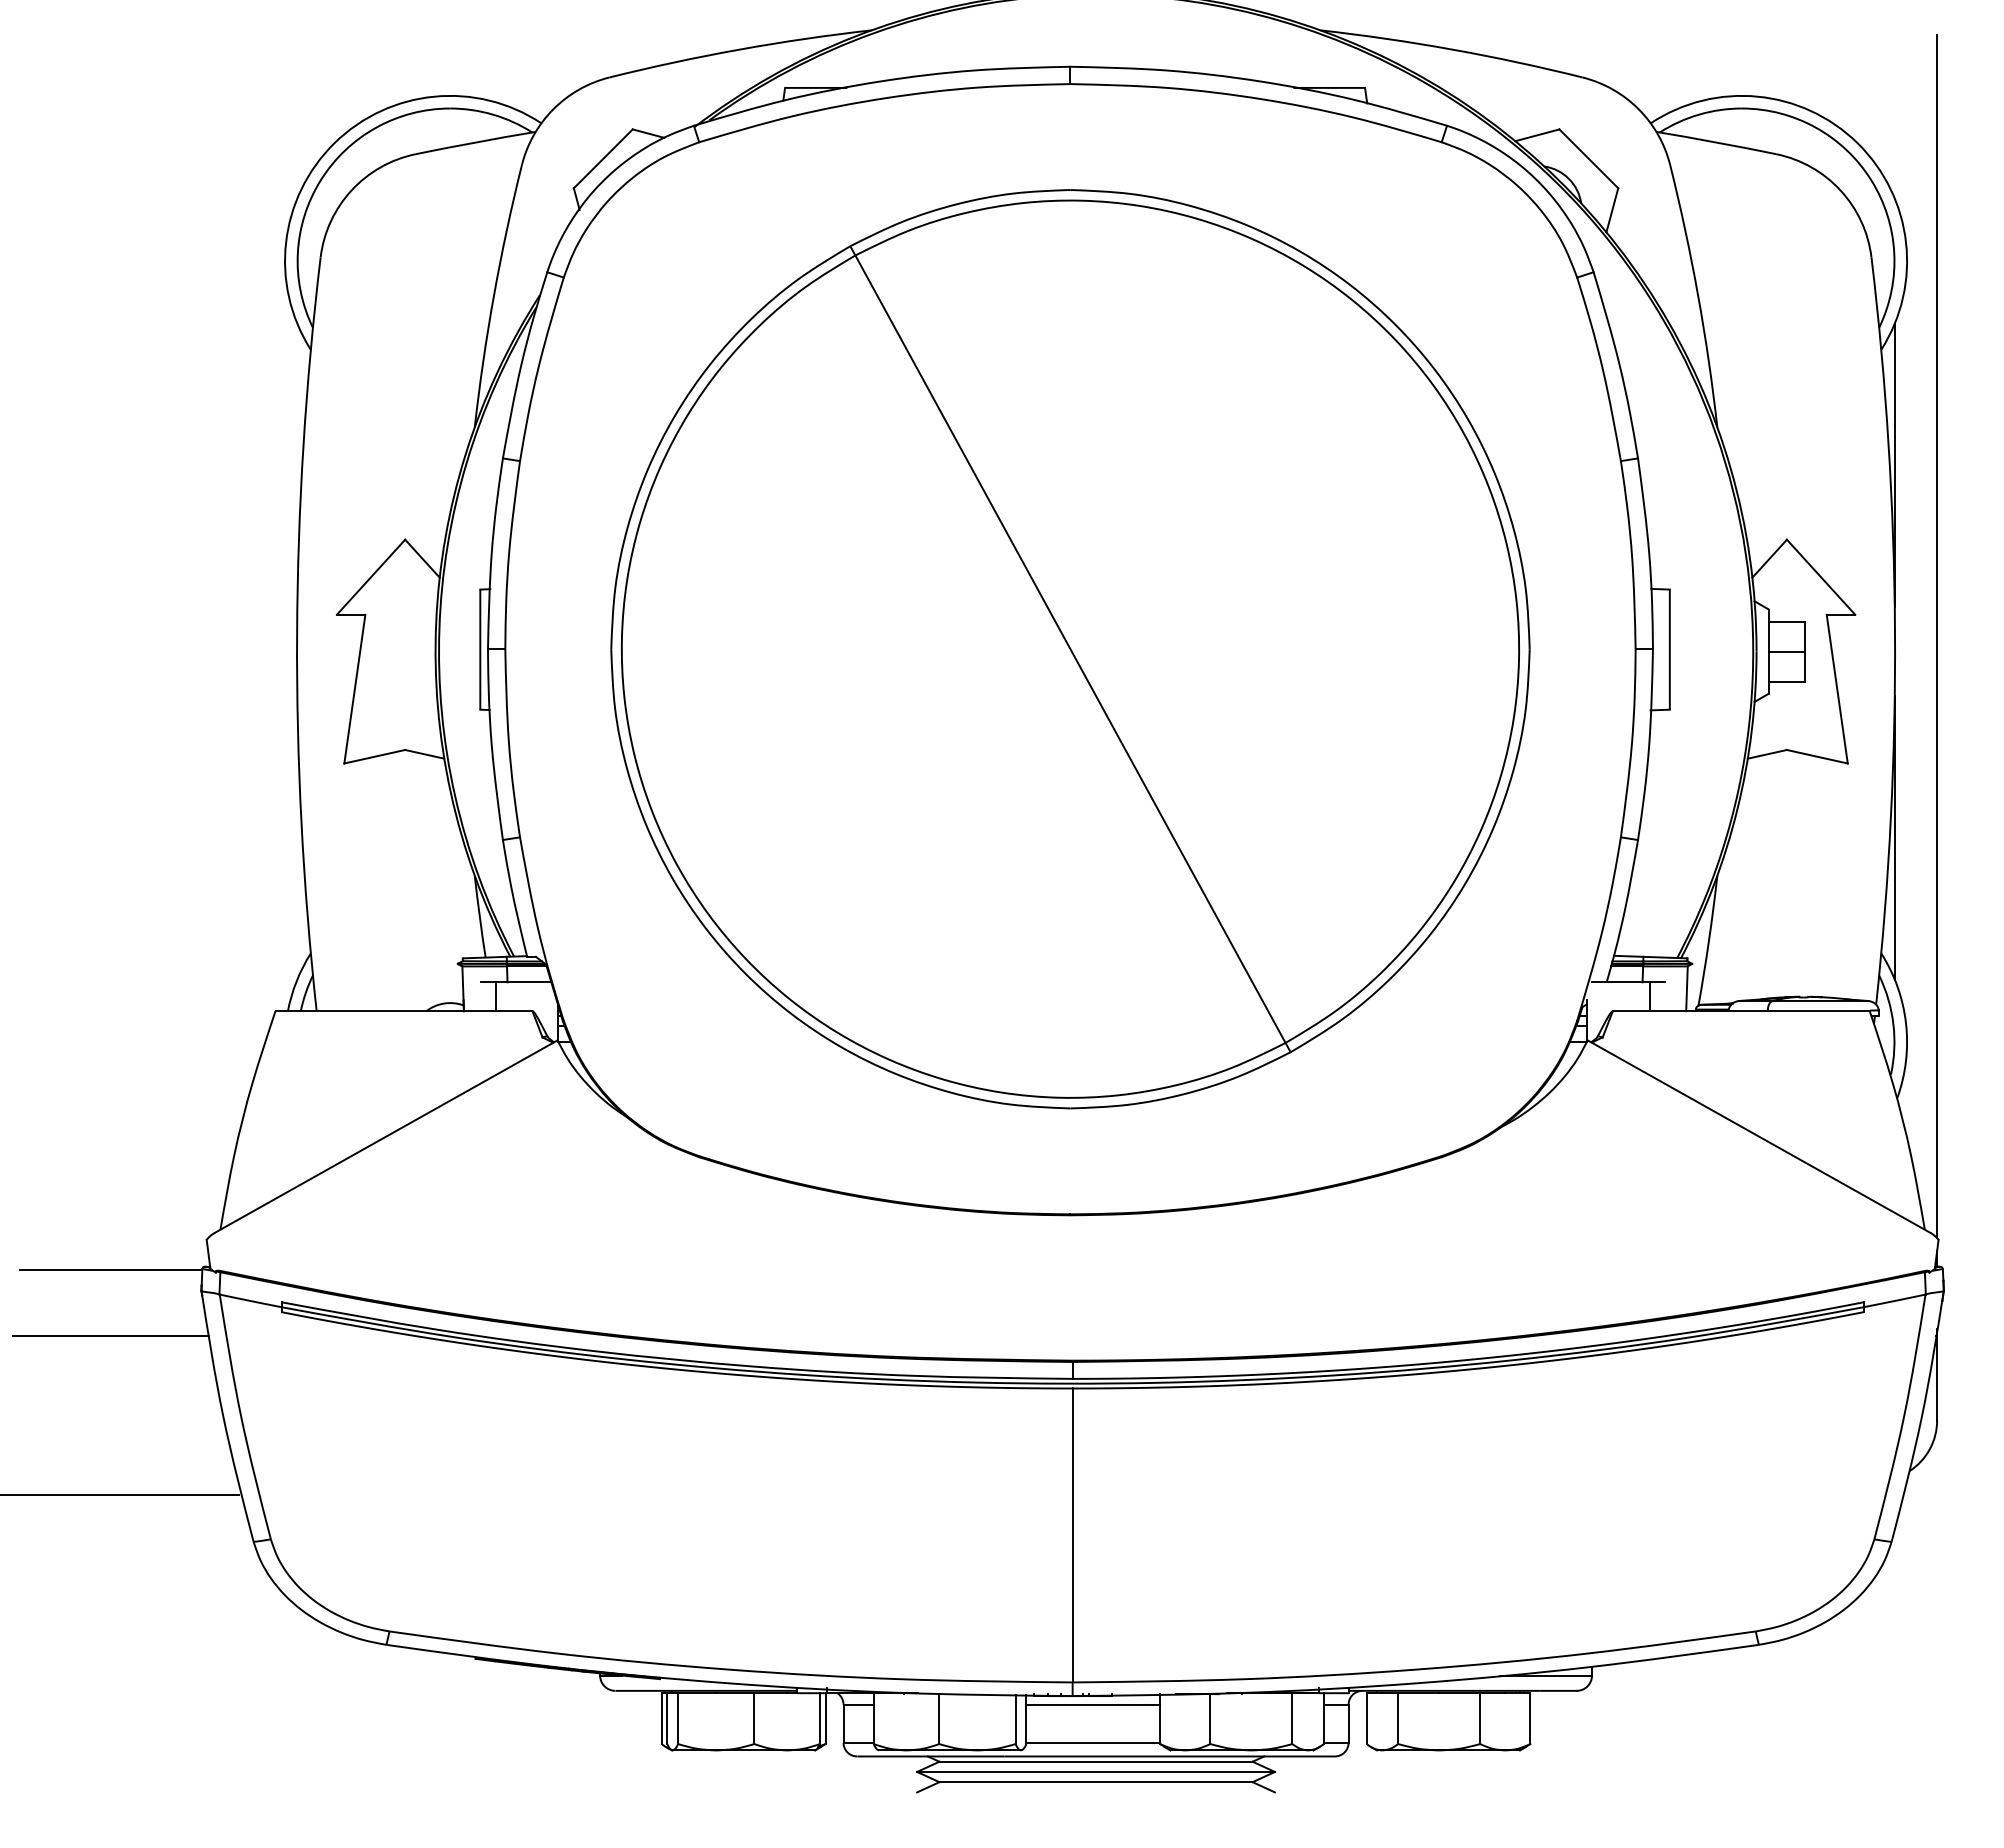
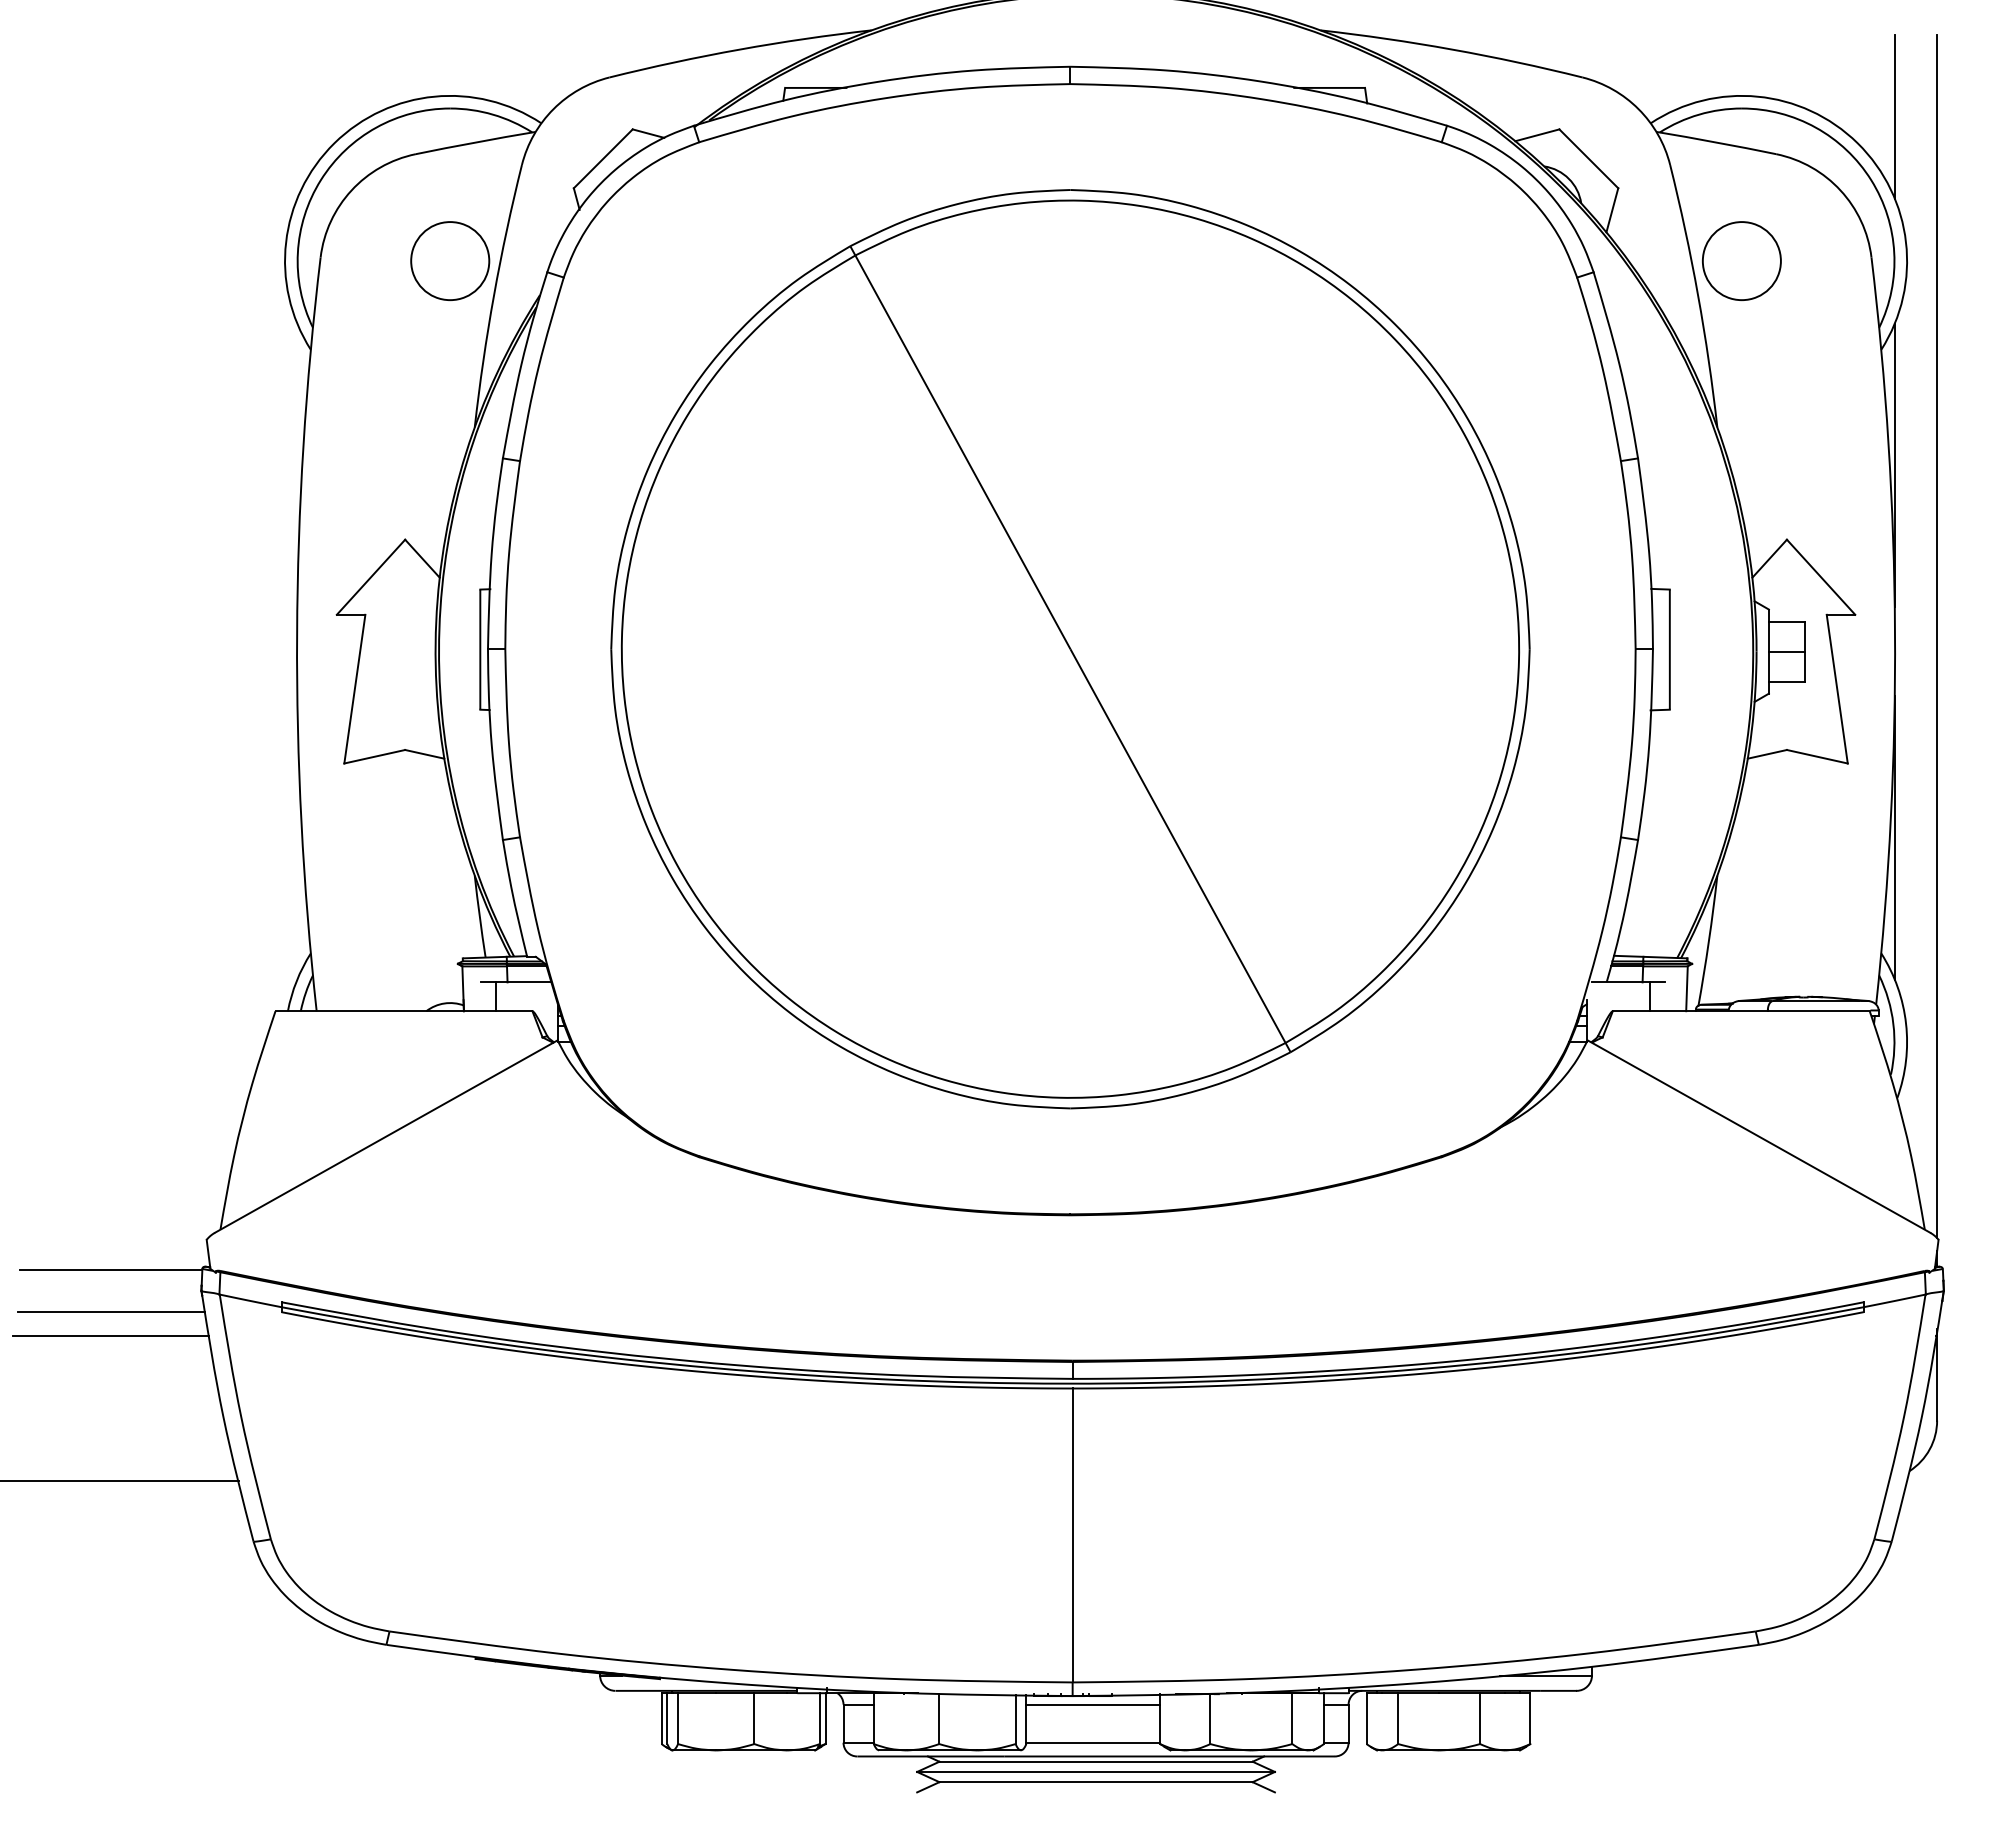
line at (1894, 116): none -> present
circle at (450, 260): none -> present
circle at (1741, 260): none -> present
line at (111, 1312): none -> present
line at (120, 1494) position: (120, 1494) -> (120, 1480)
